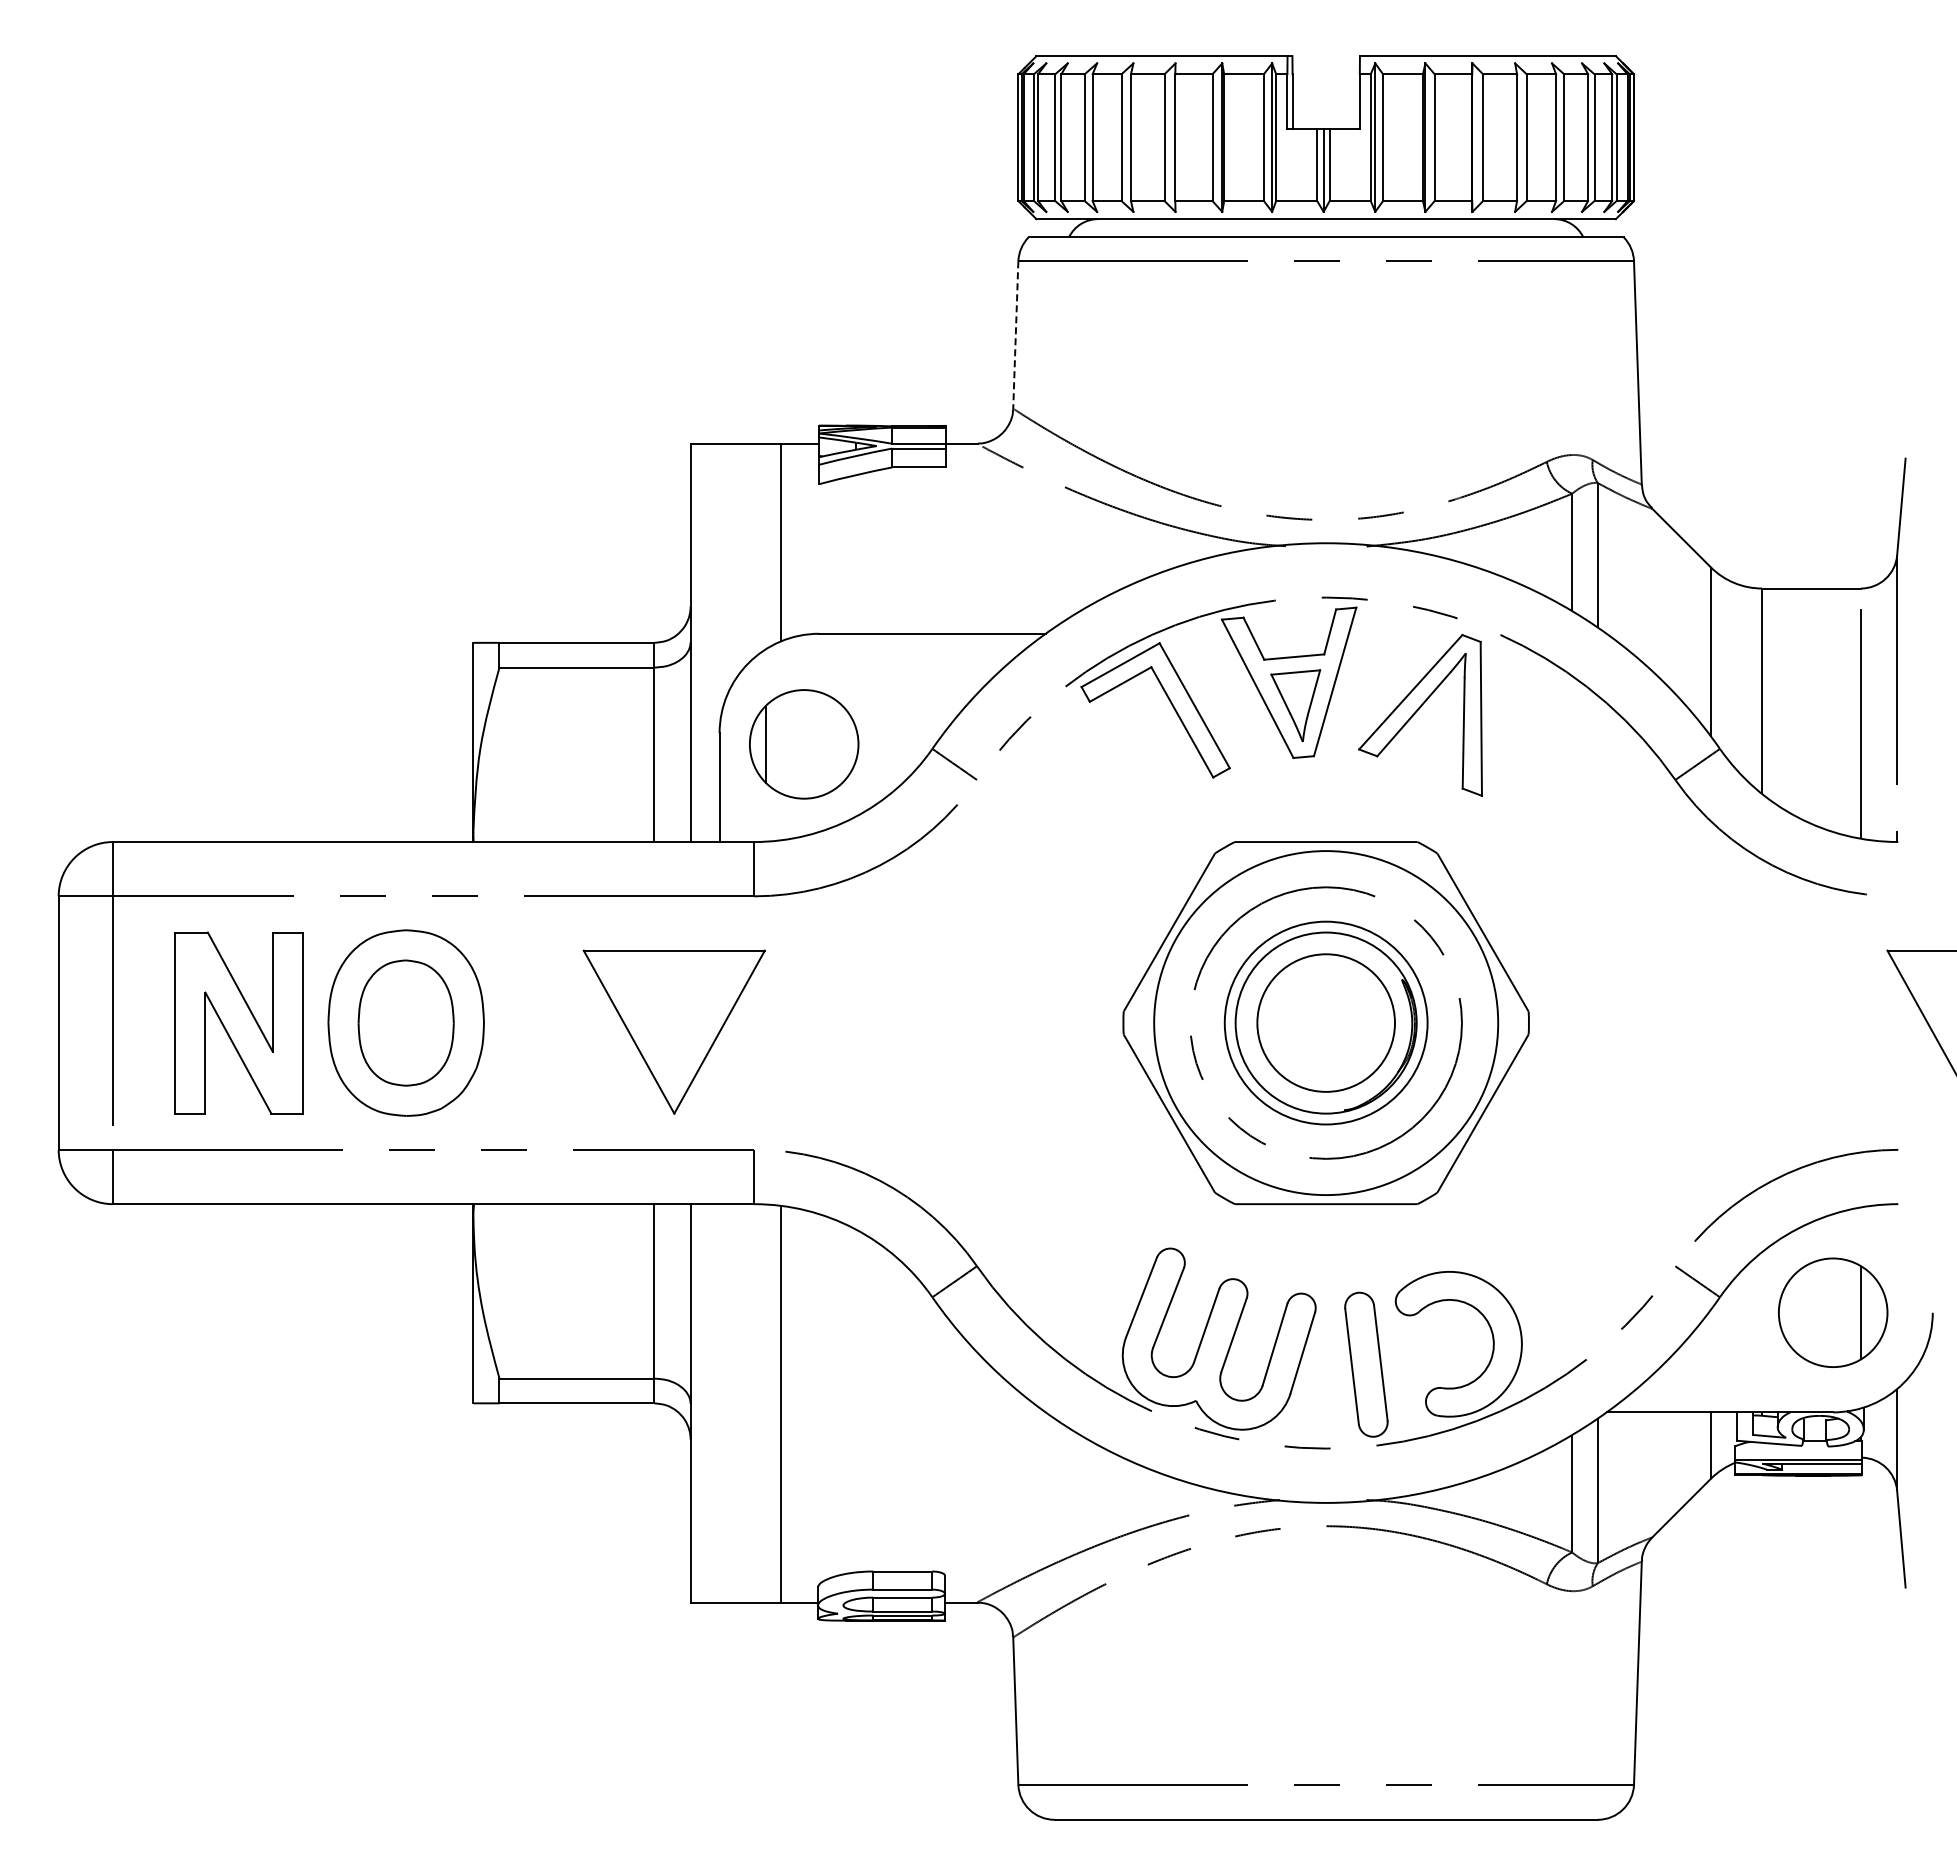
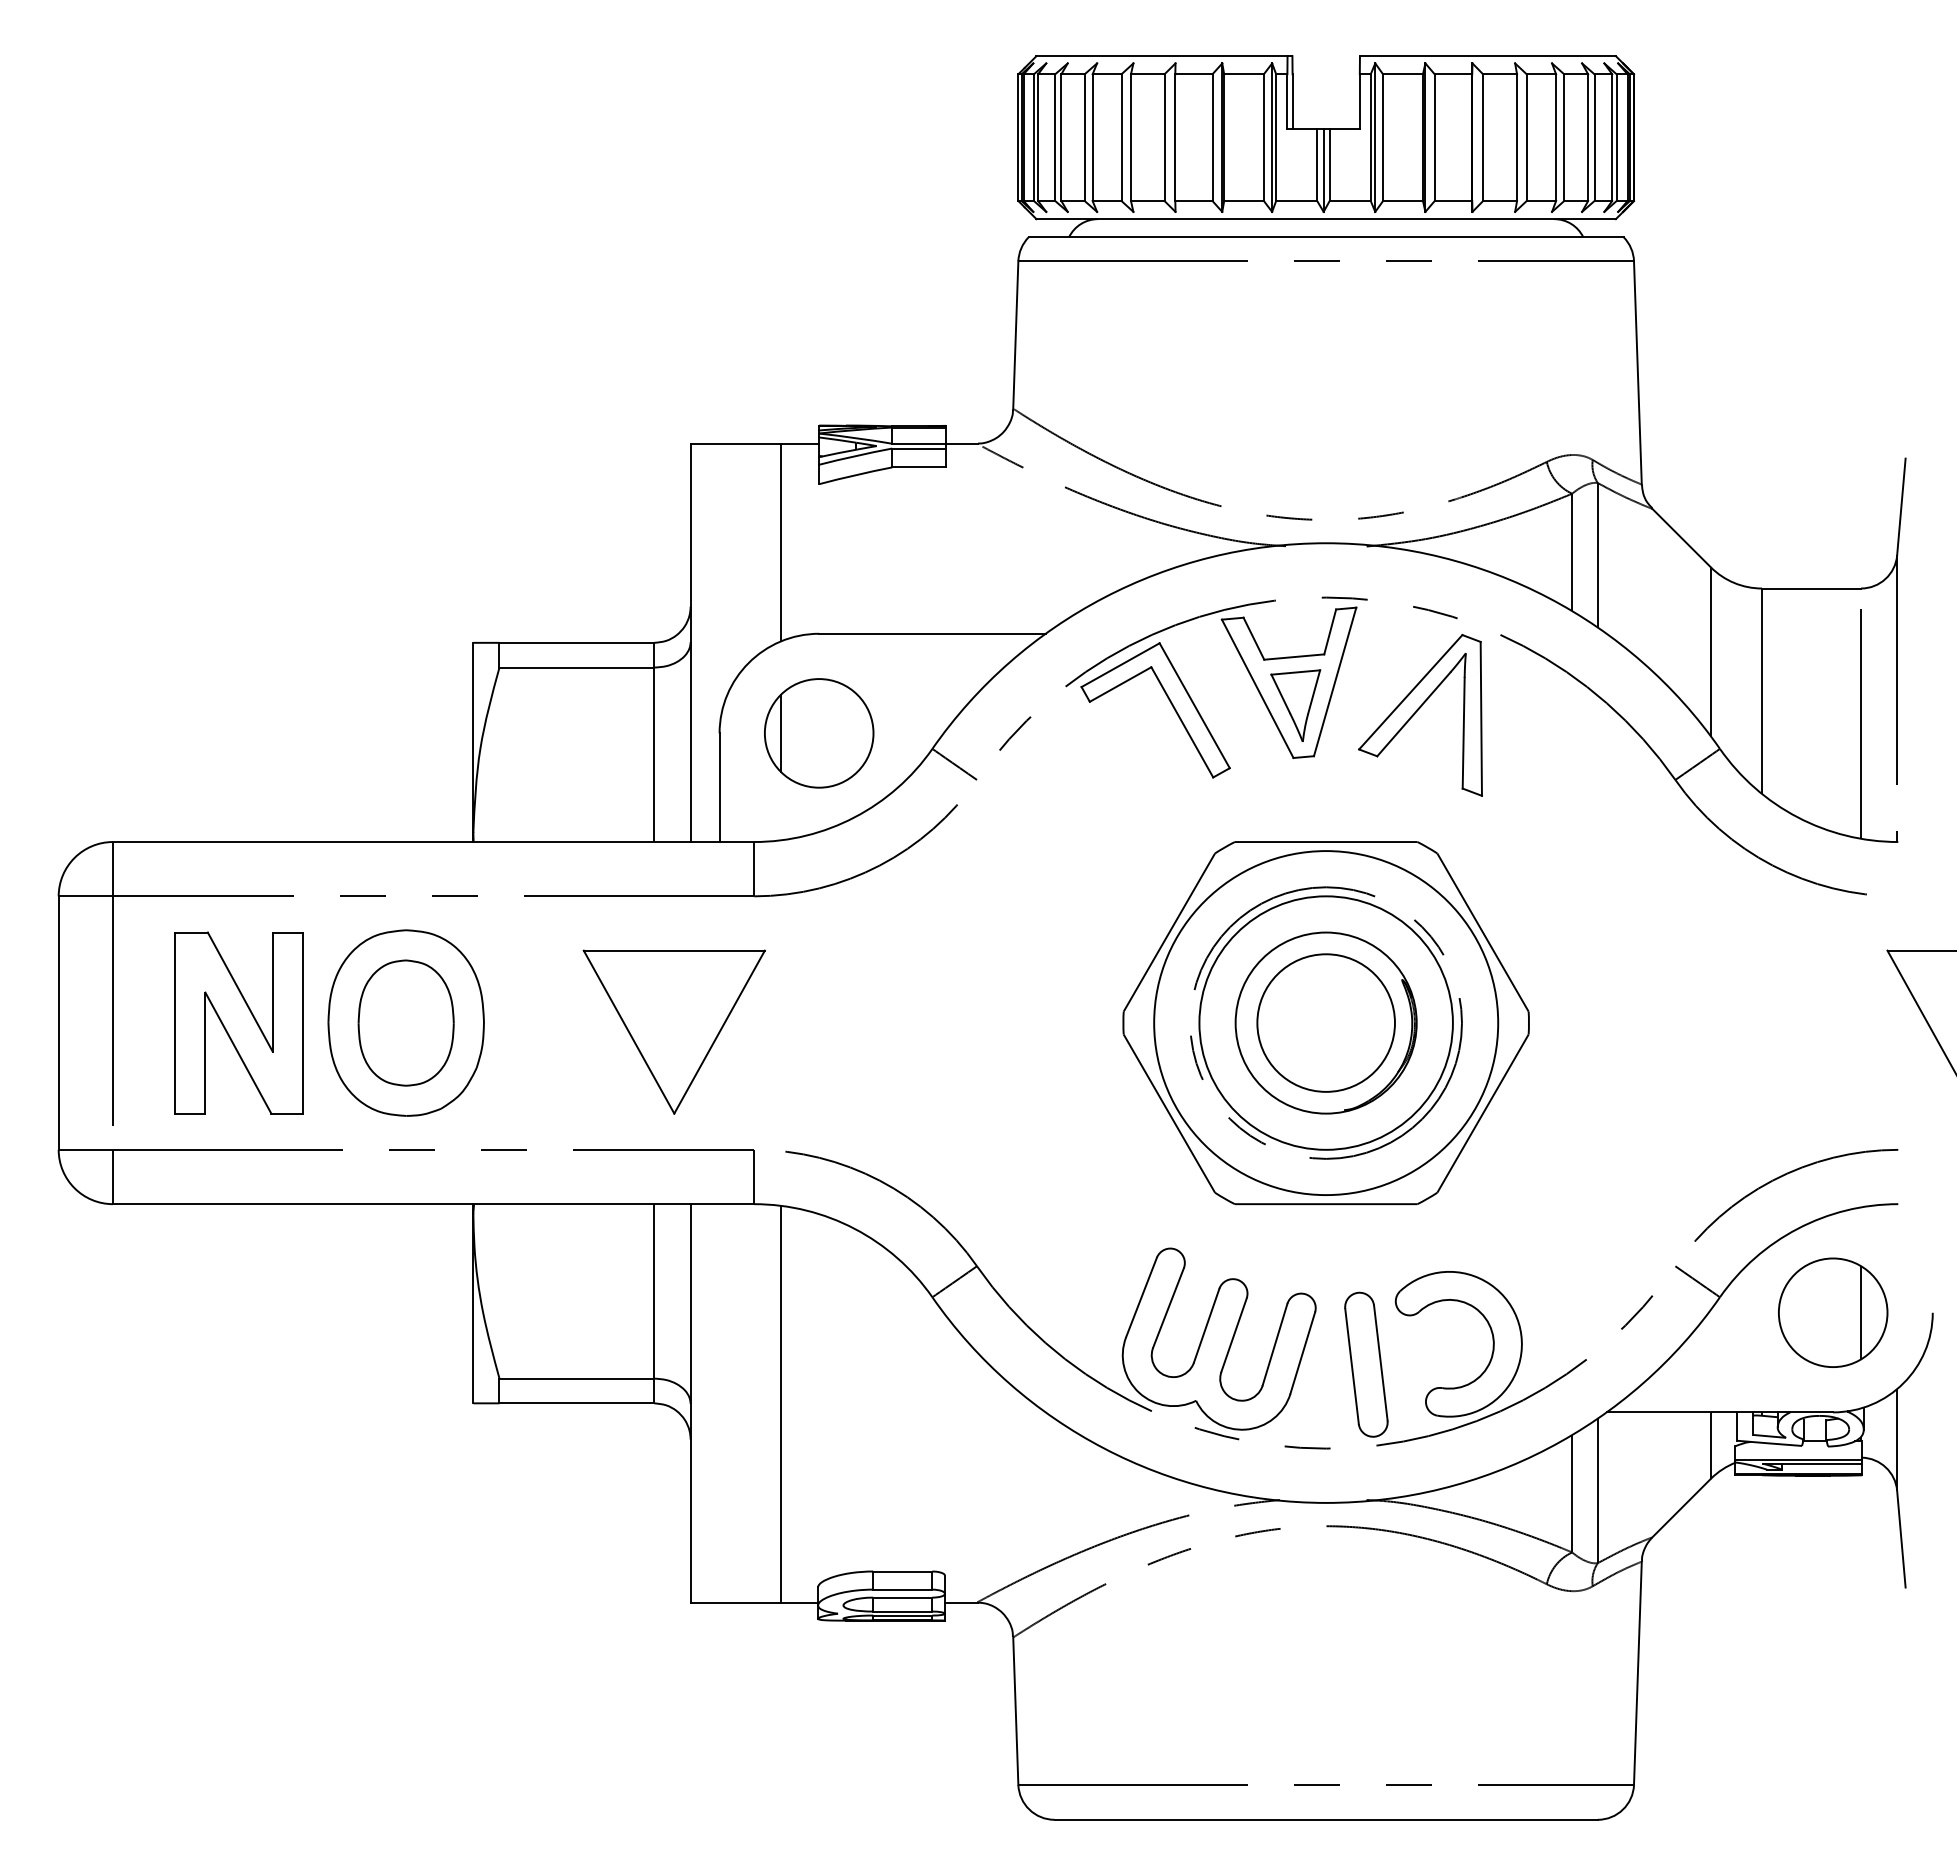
line at (1015, 335): dashed -> solid
part at (804, 744) position: (804, 744) -> (819, 733)
circle at (1325, 1022) diameter: 203 px -> 253 px
